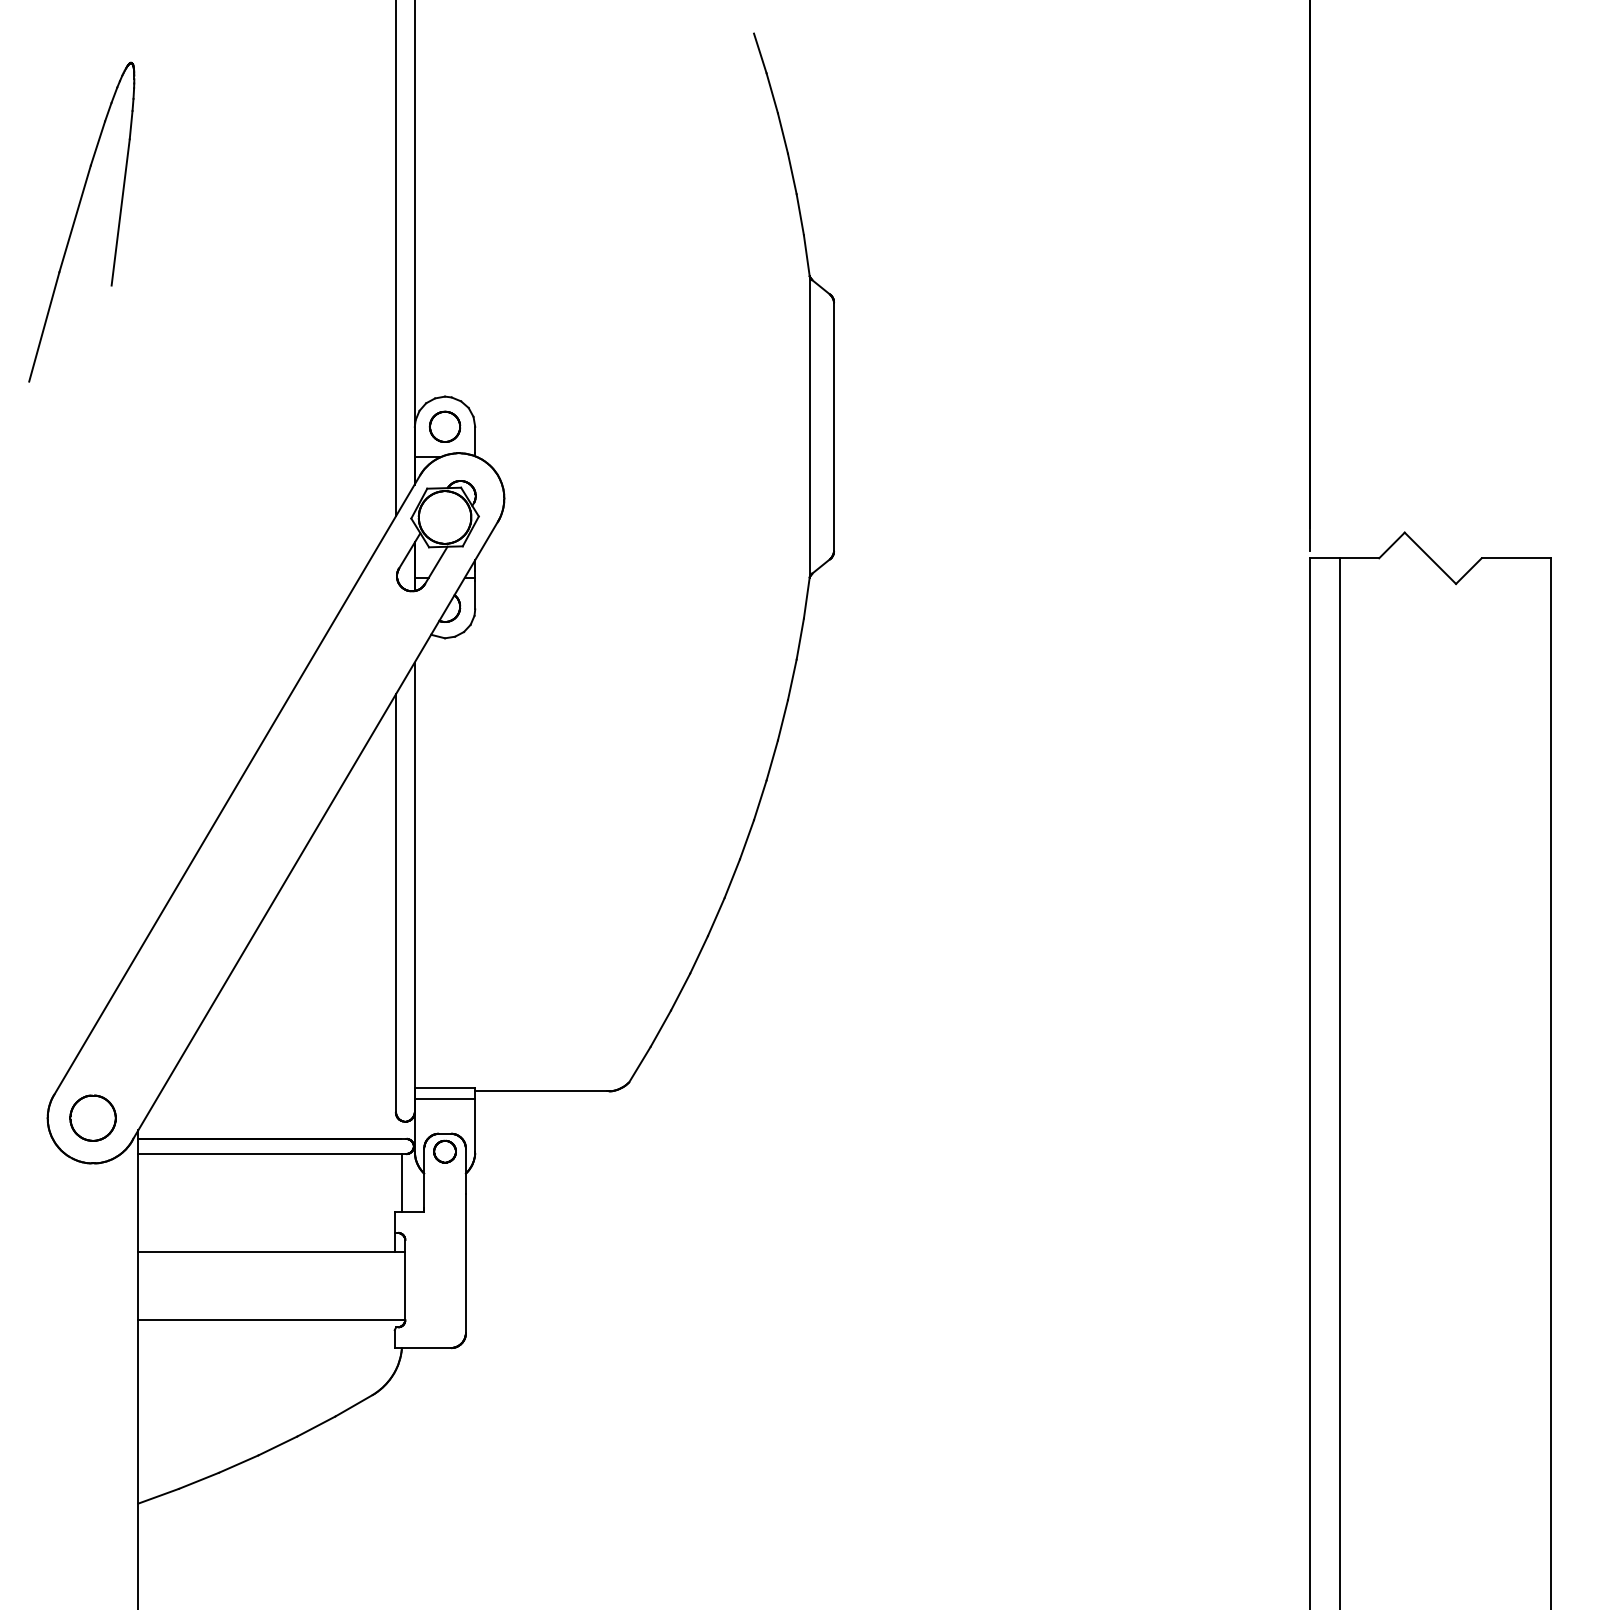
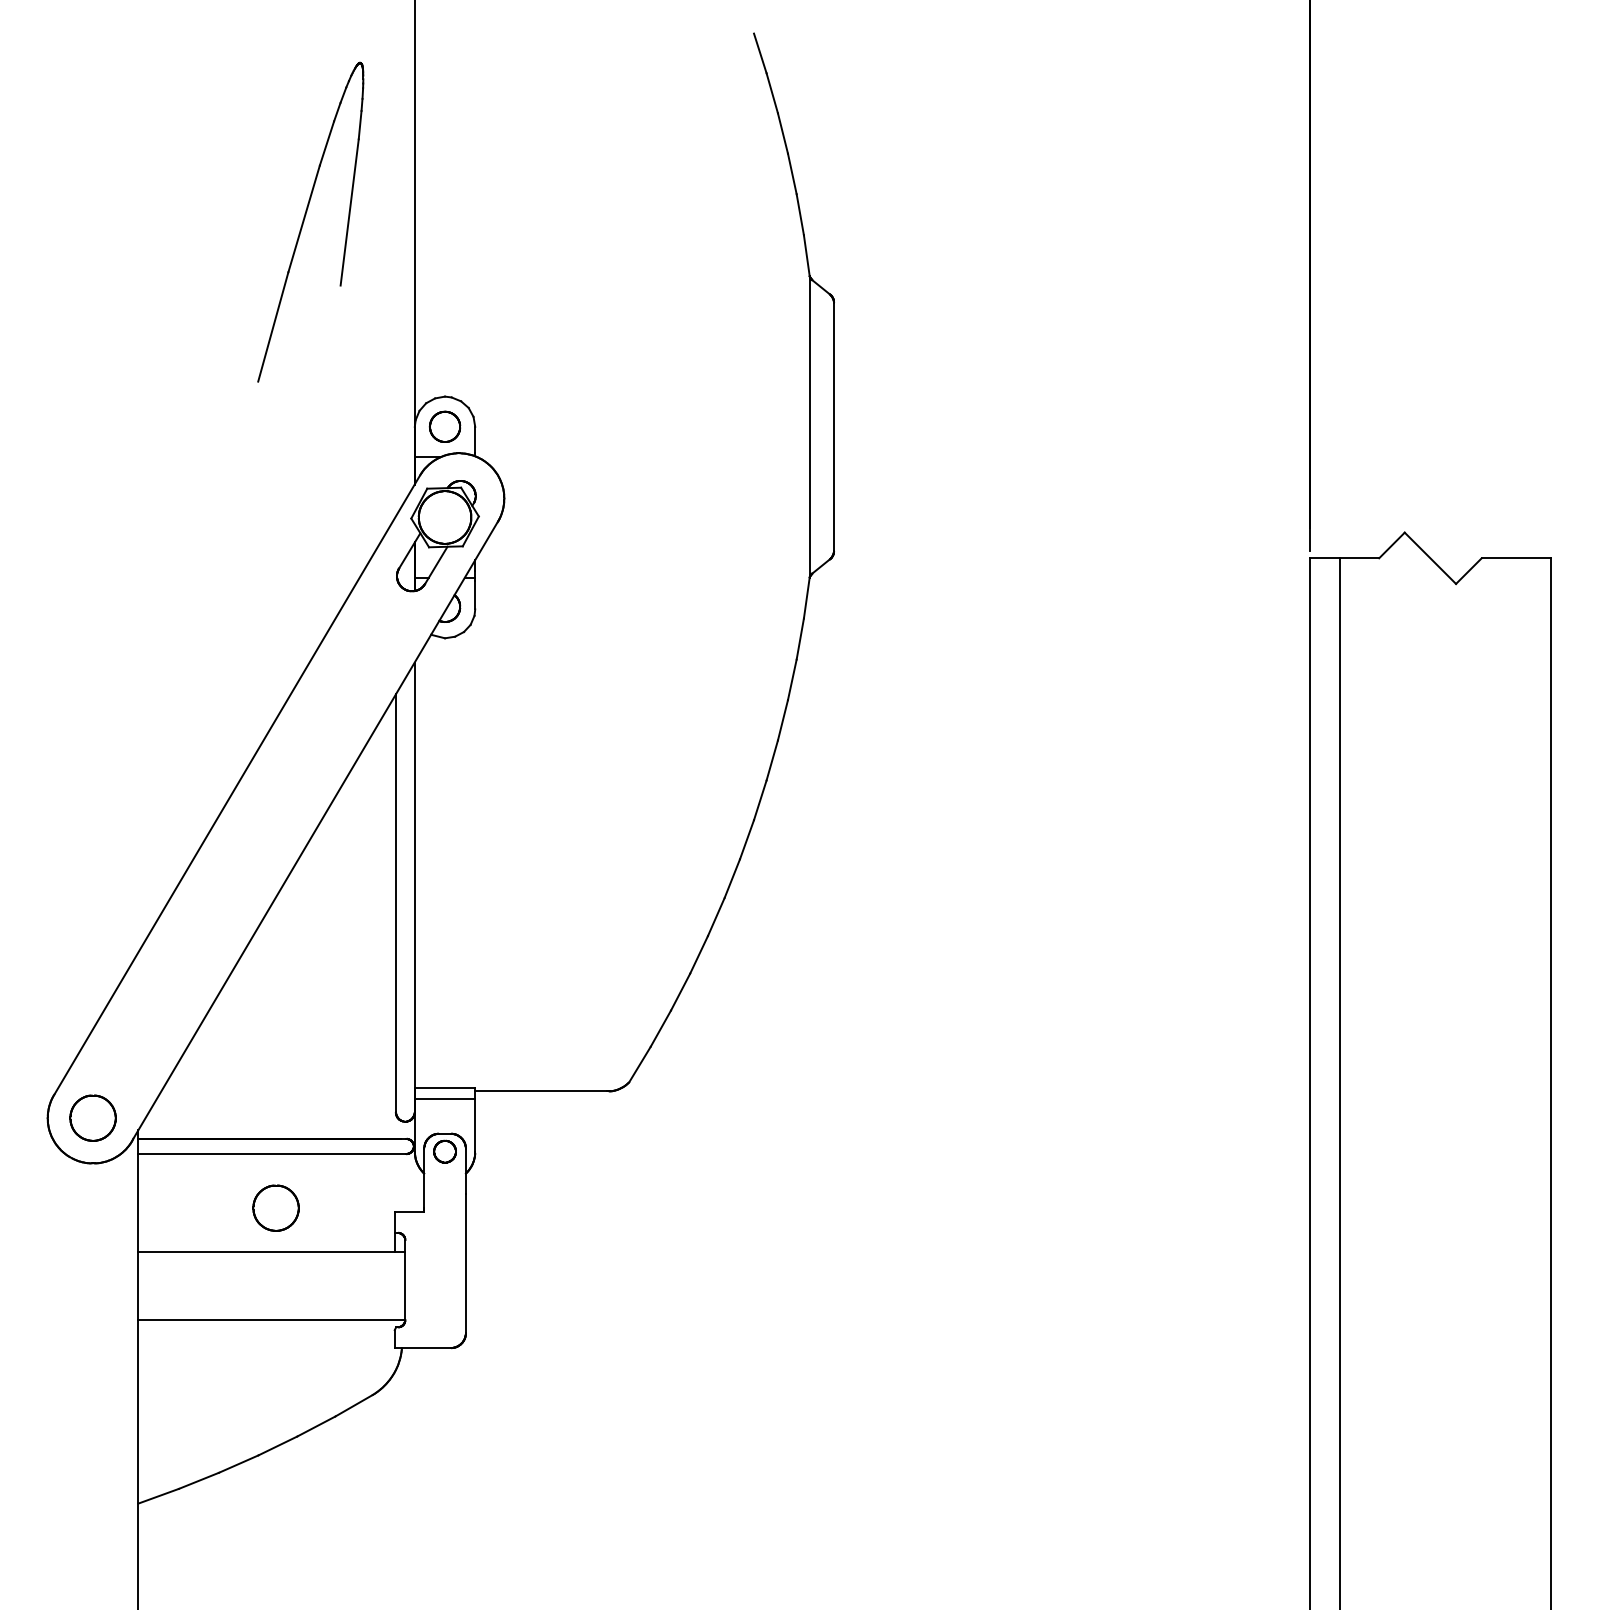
part at (81, 221) position: (81, 221) -> (310, 221)
line at (395, 259): present -> none
line at (402, 1183): present -> none
part at (275, 1207): none -> present
